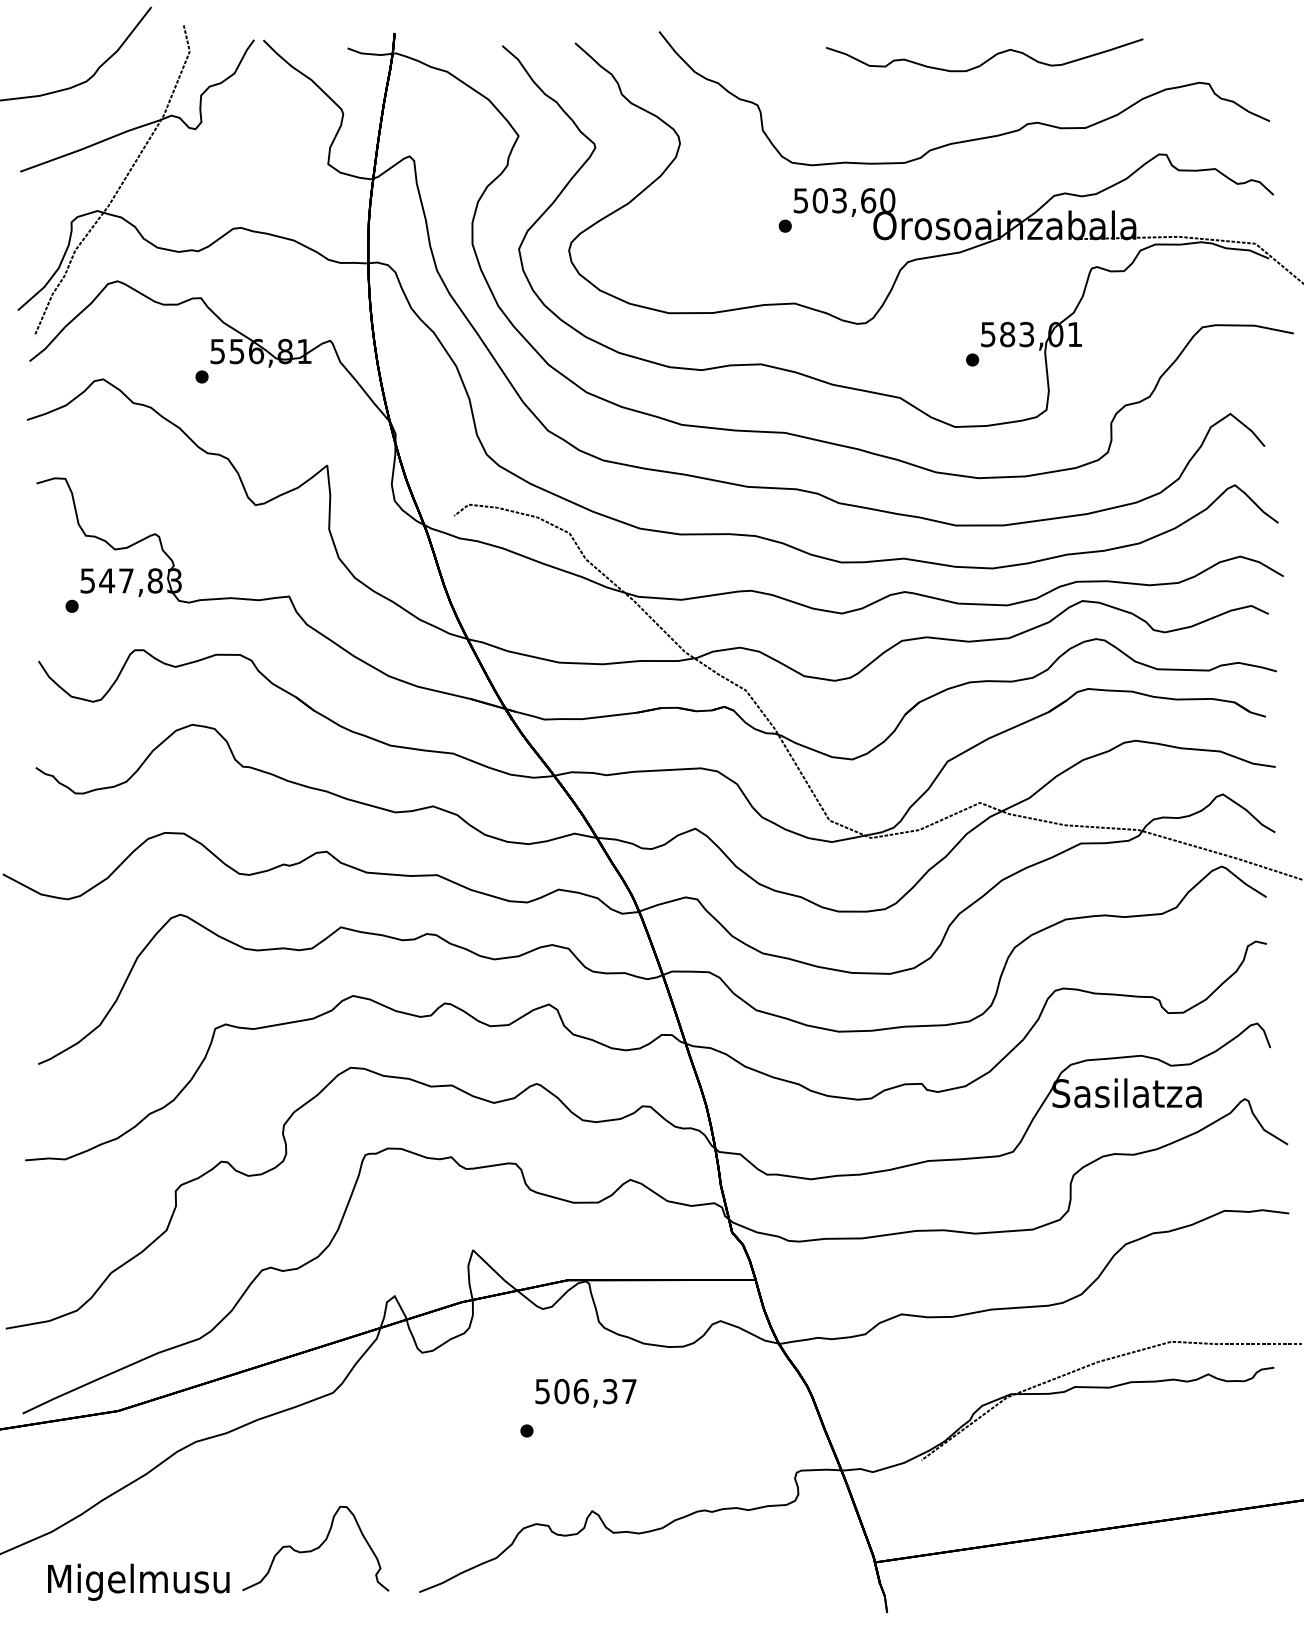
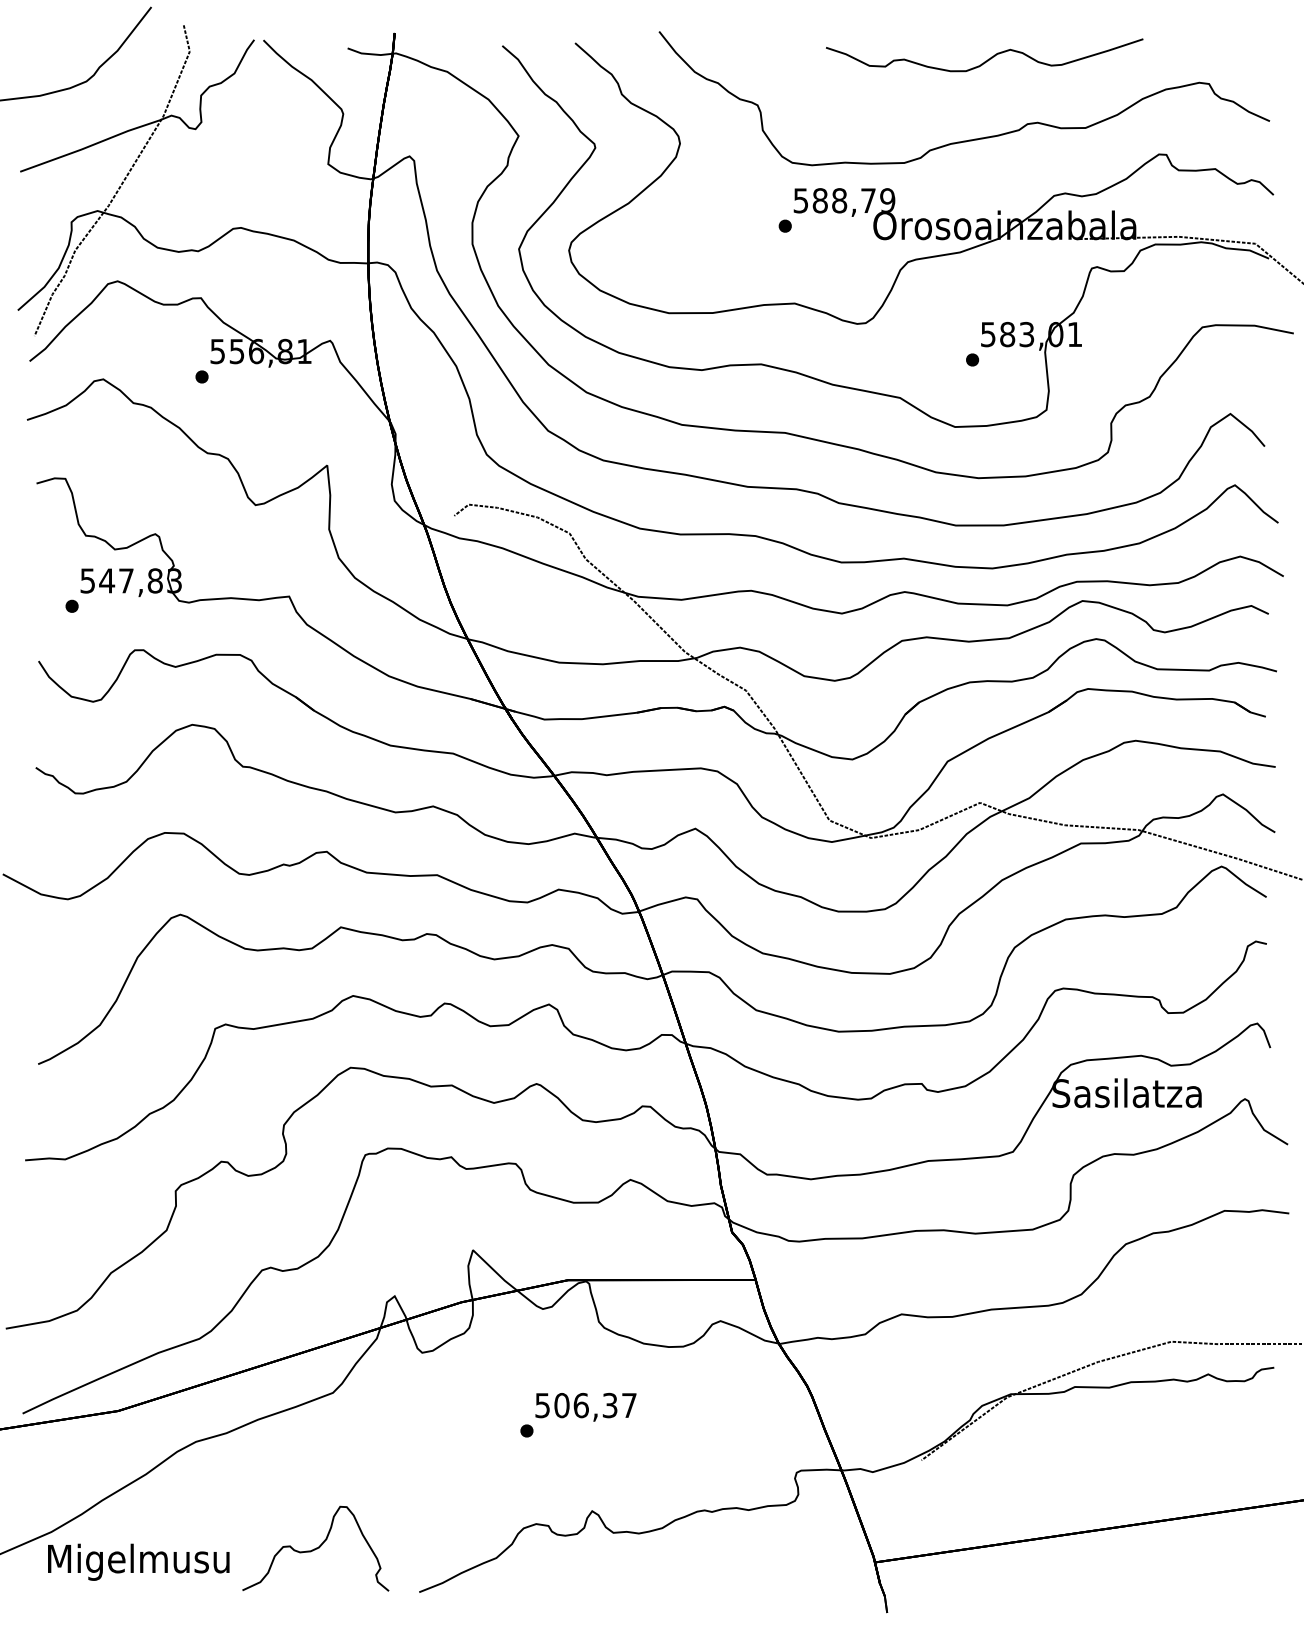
text at (853, 200): 503,60 -> 588,79
text at (585, 1392) position: (585, 1392) -> (585, 1406)
text at (138, 1581) position: (138, 1581) -> (138, 1561)
